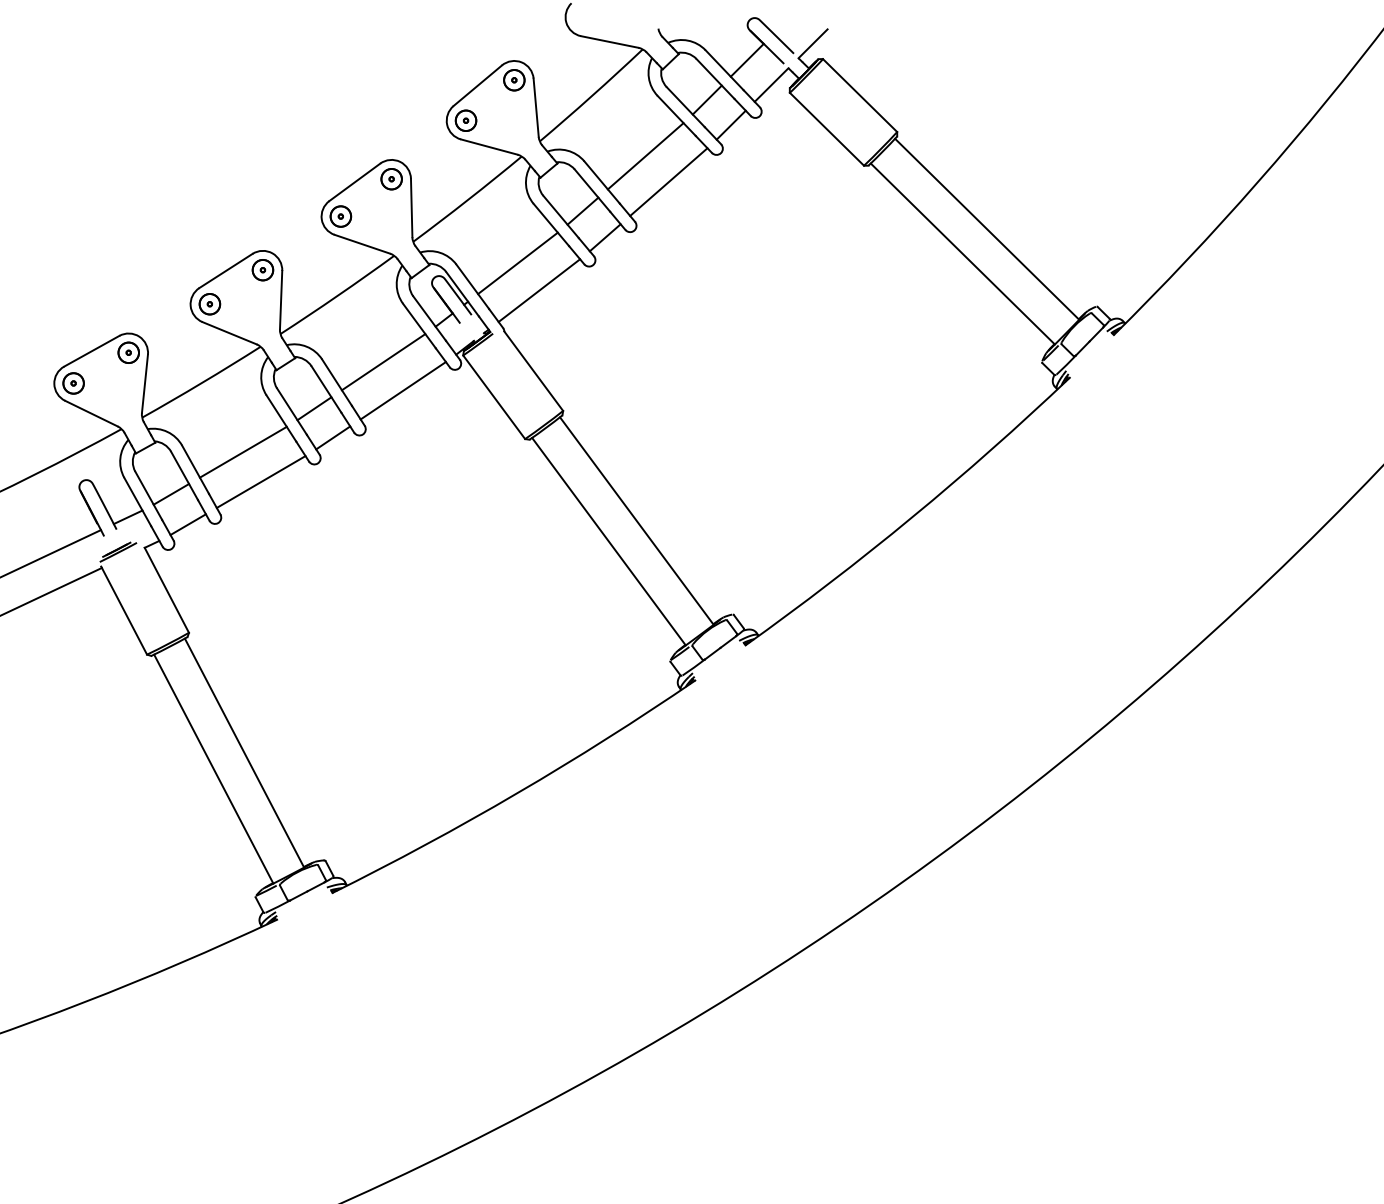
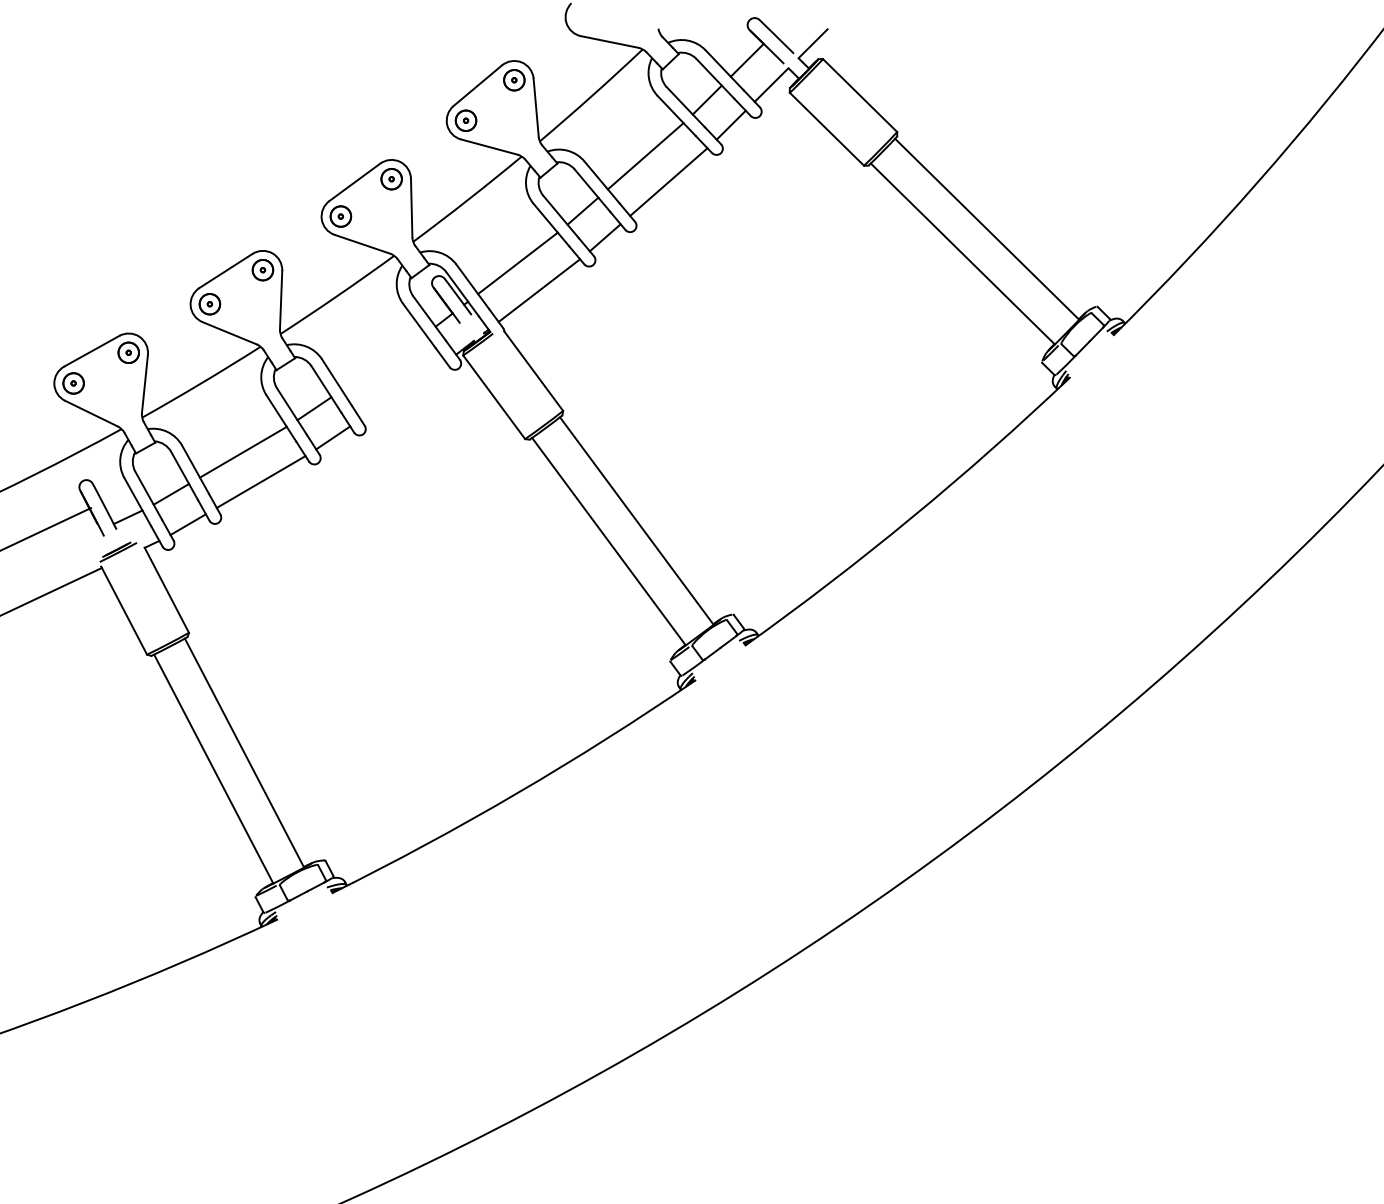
line at (383, 362): present -> none
line at (402, 390): present -> none
line at (51, 553) position: (51, 553) -> (46, 529)
